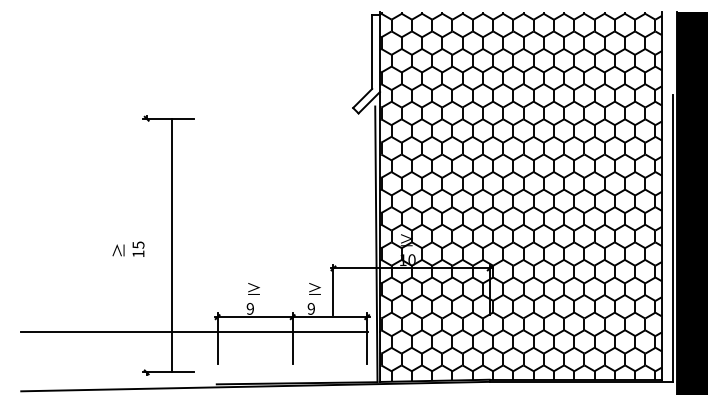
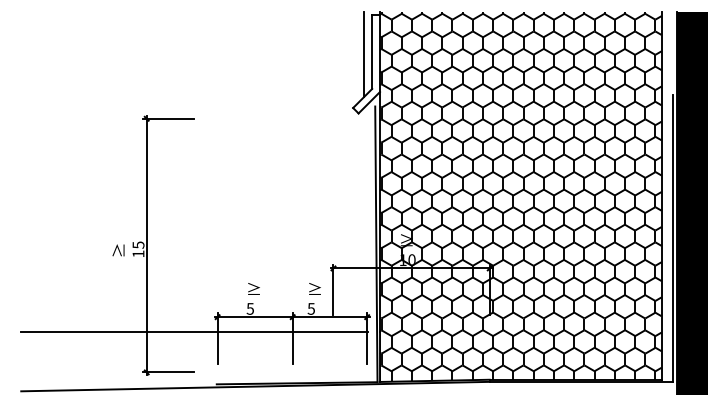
line at (364, 53): none -> present
line at (171, 245) position: (171, 245) -> (146, 245)
text at (249, 308): 9 -> 5
text at (310, 308): 9 -> 5
